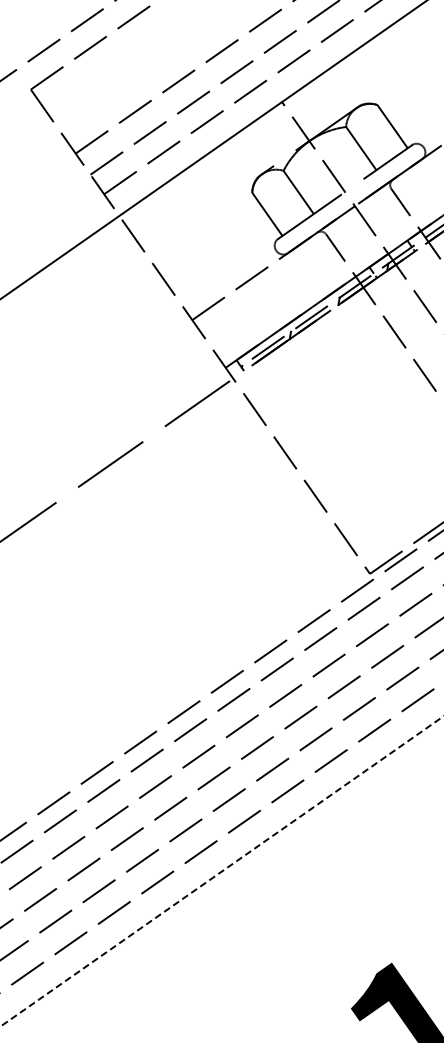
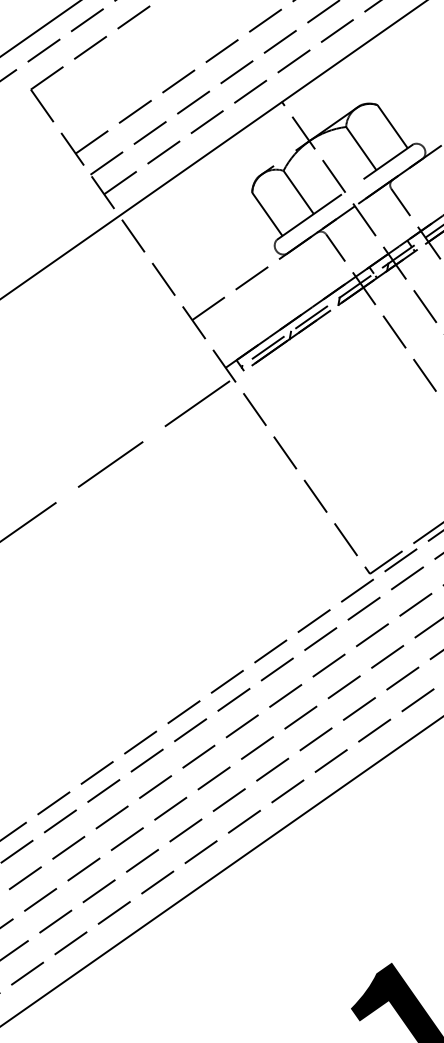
line at (40, 28): none -> present
line at (221, 872): dashed -> solid
